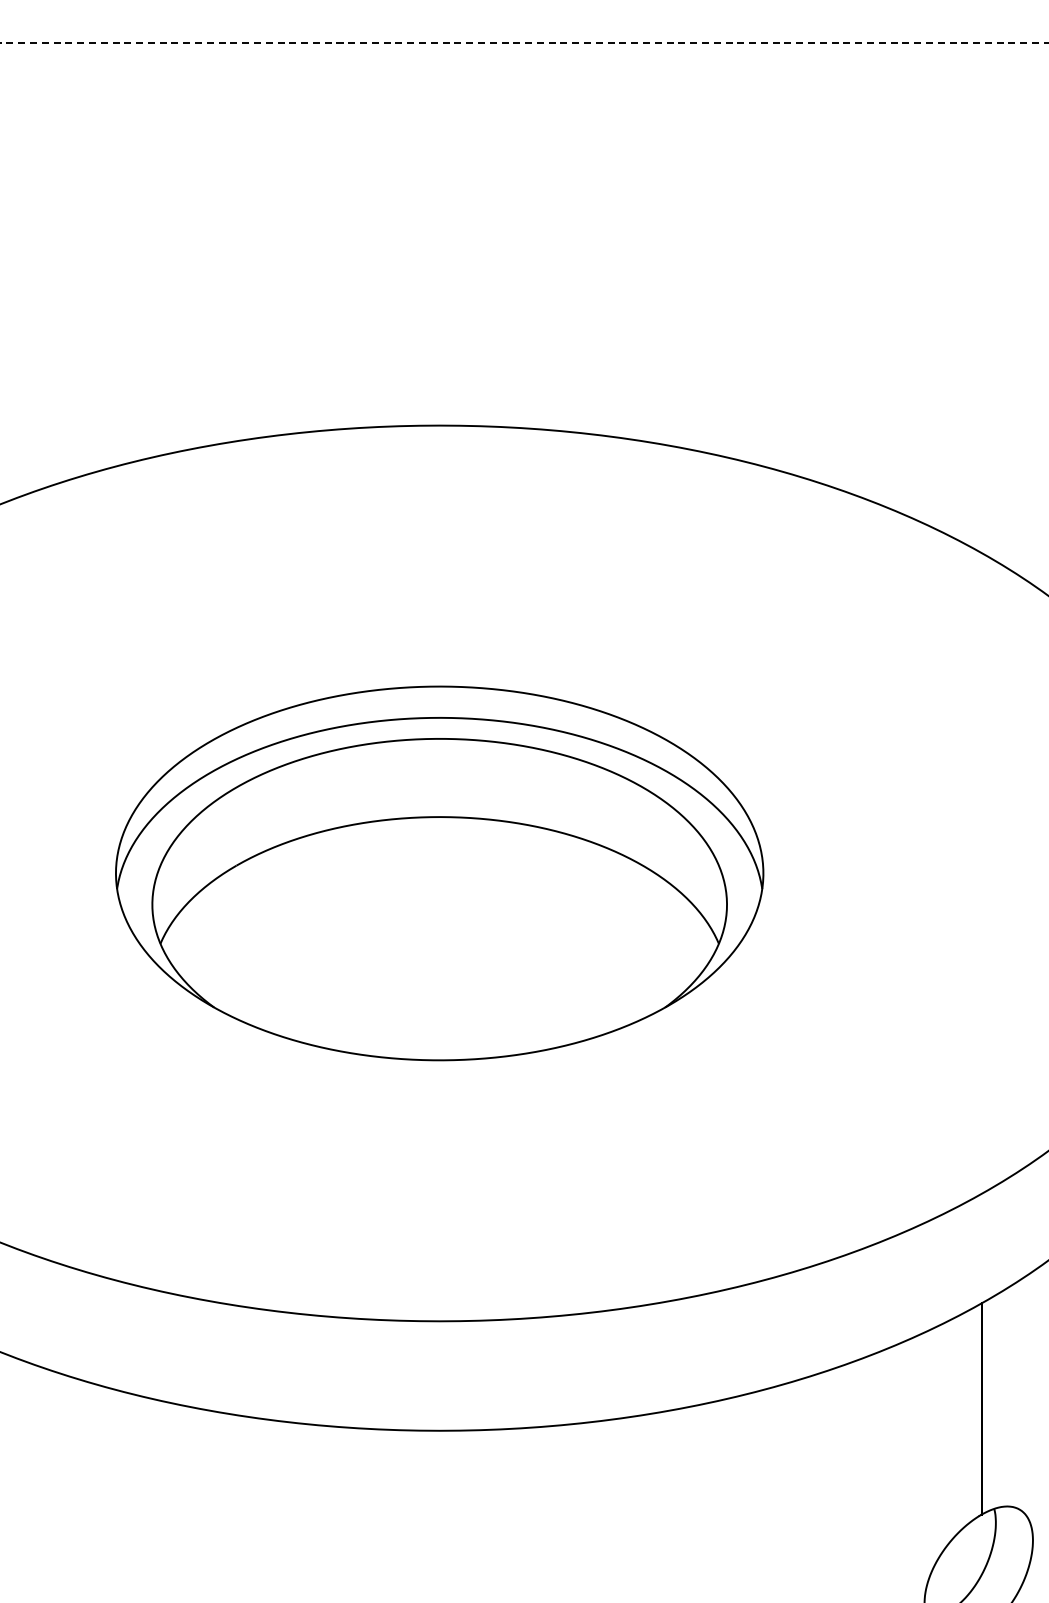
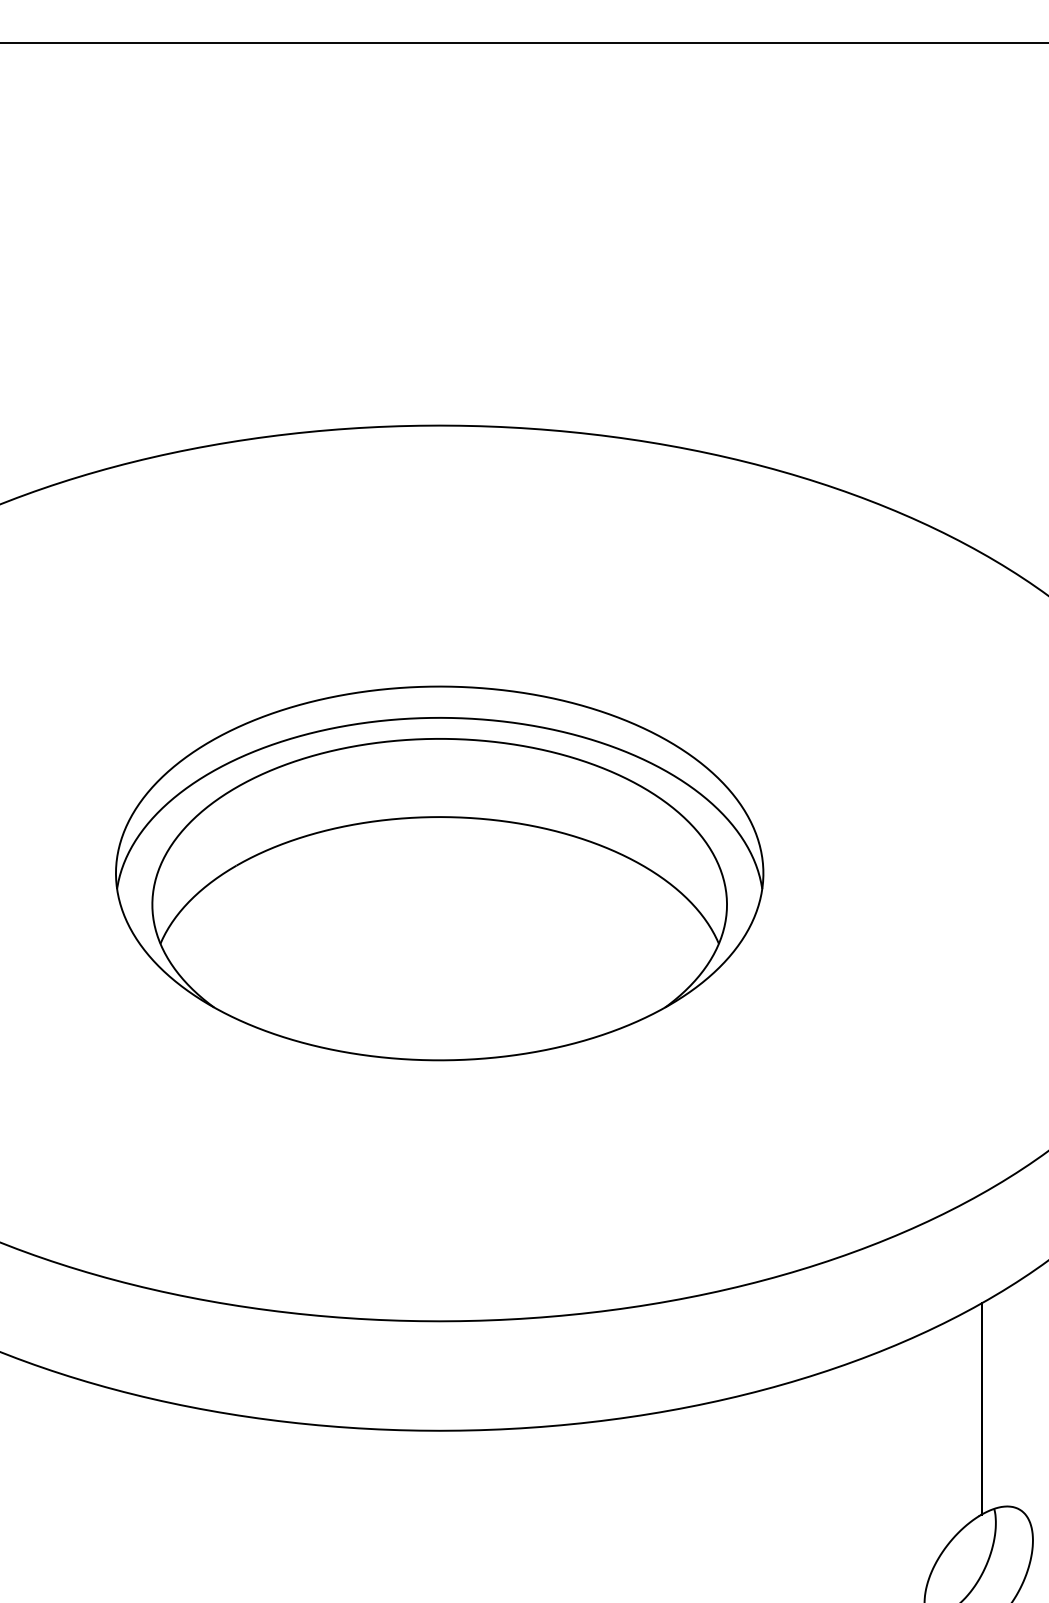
line at (524, 43): dashed -> solid
